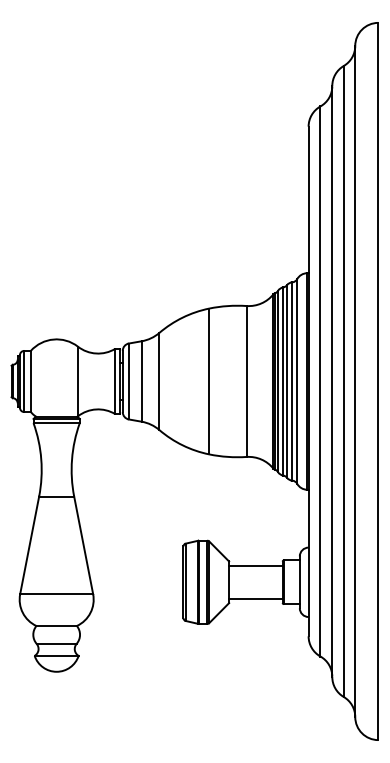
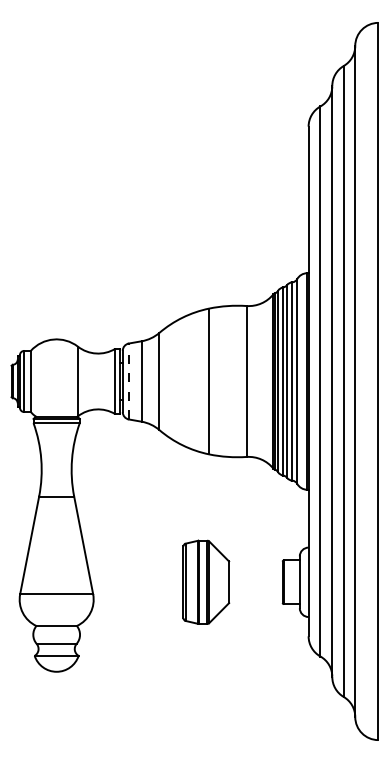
line at (128, 381): solid -> dashed
line at (255, 565): present -> none
line at (255, 598): present -> none
